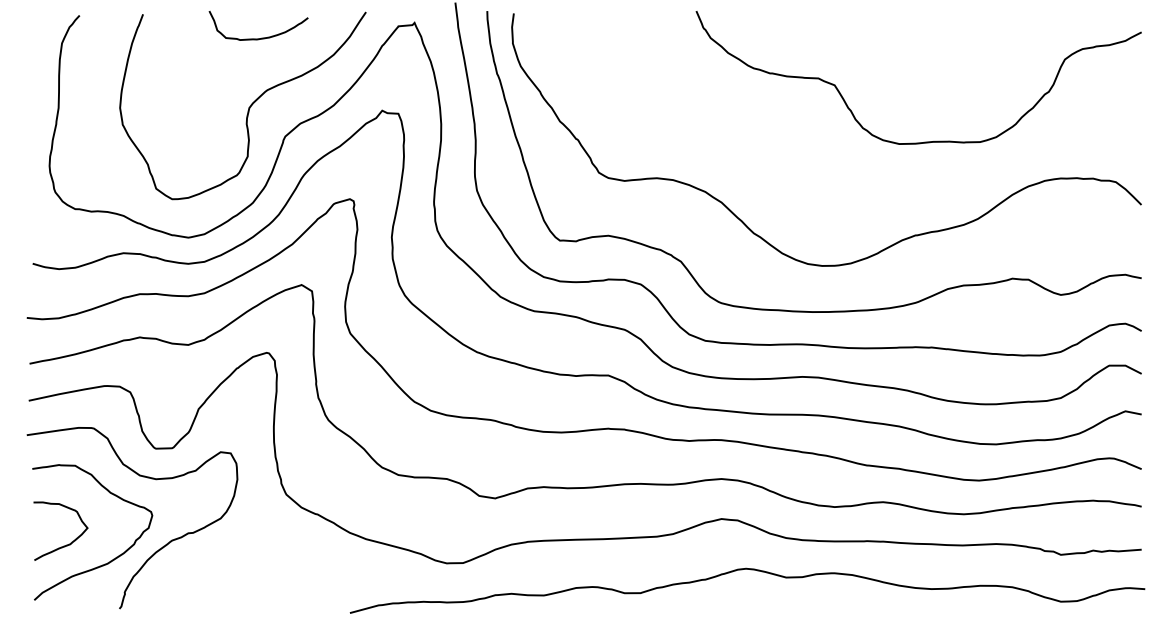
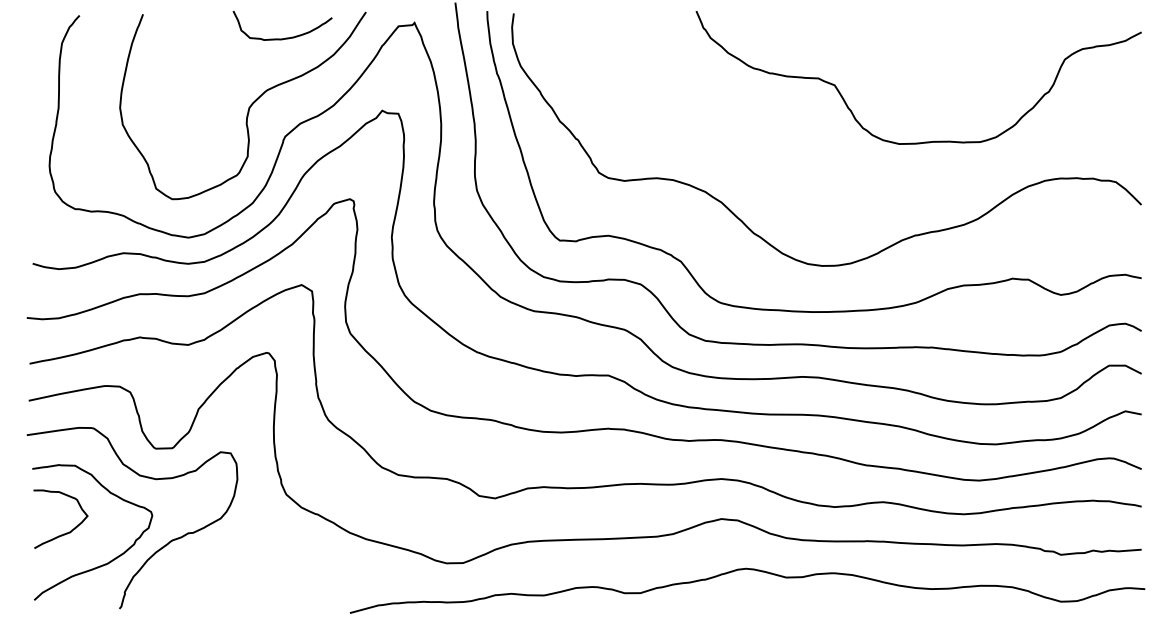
curve at (261, 37) position: (261, 37) -> (285, 37)
curve at (66, 544) position: (66, 544) -> (66, 532)
